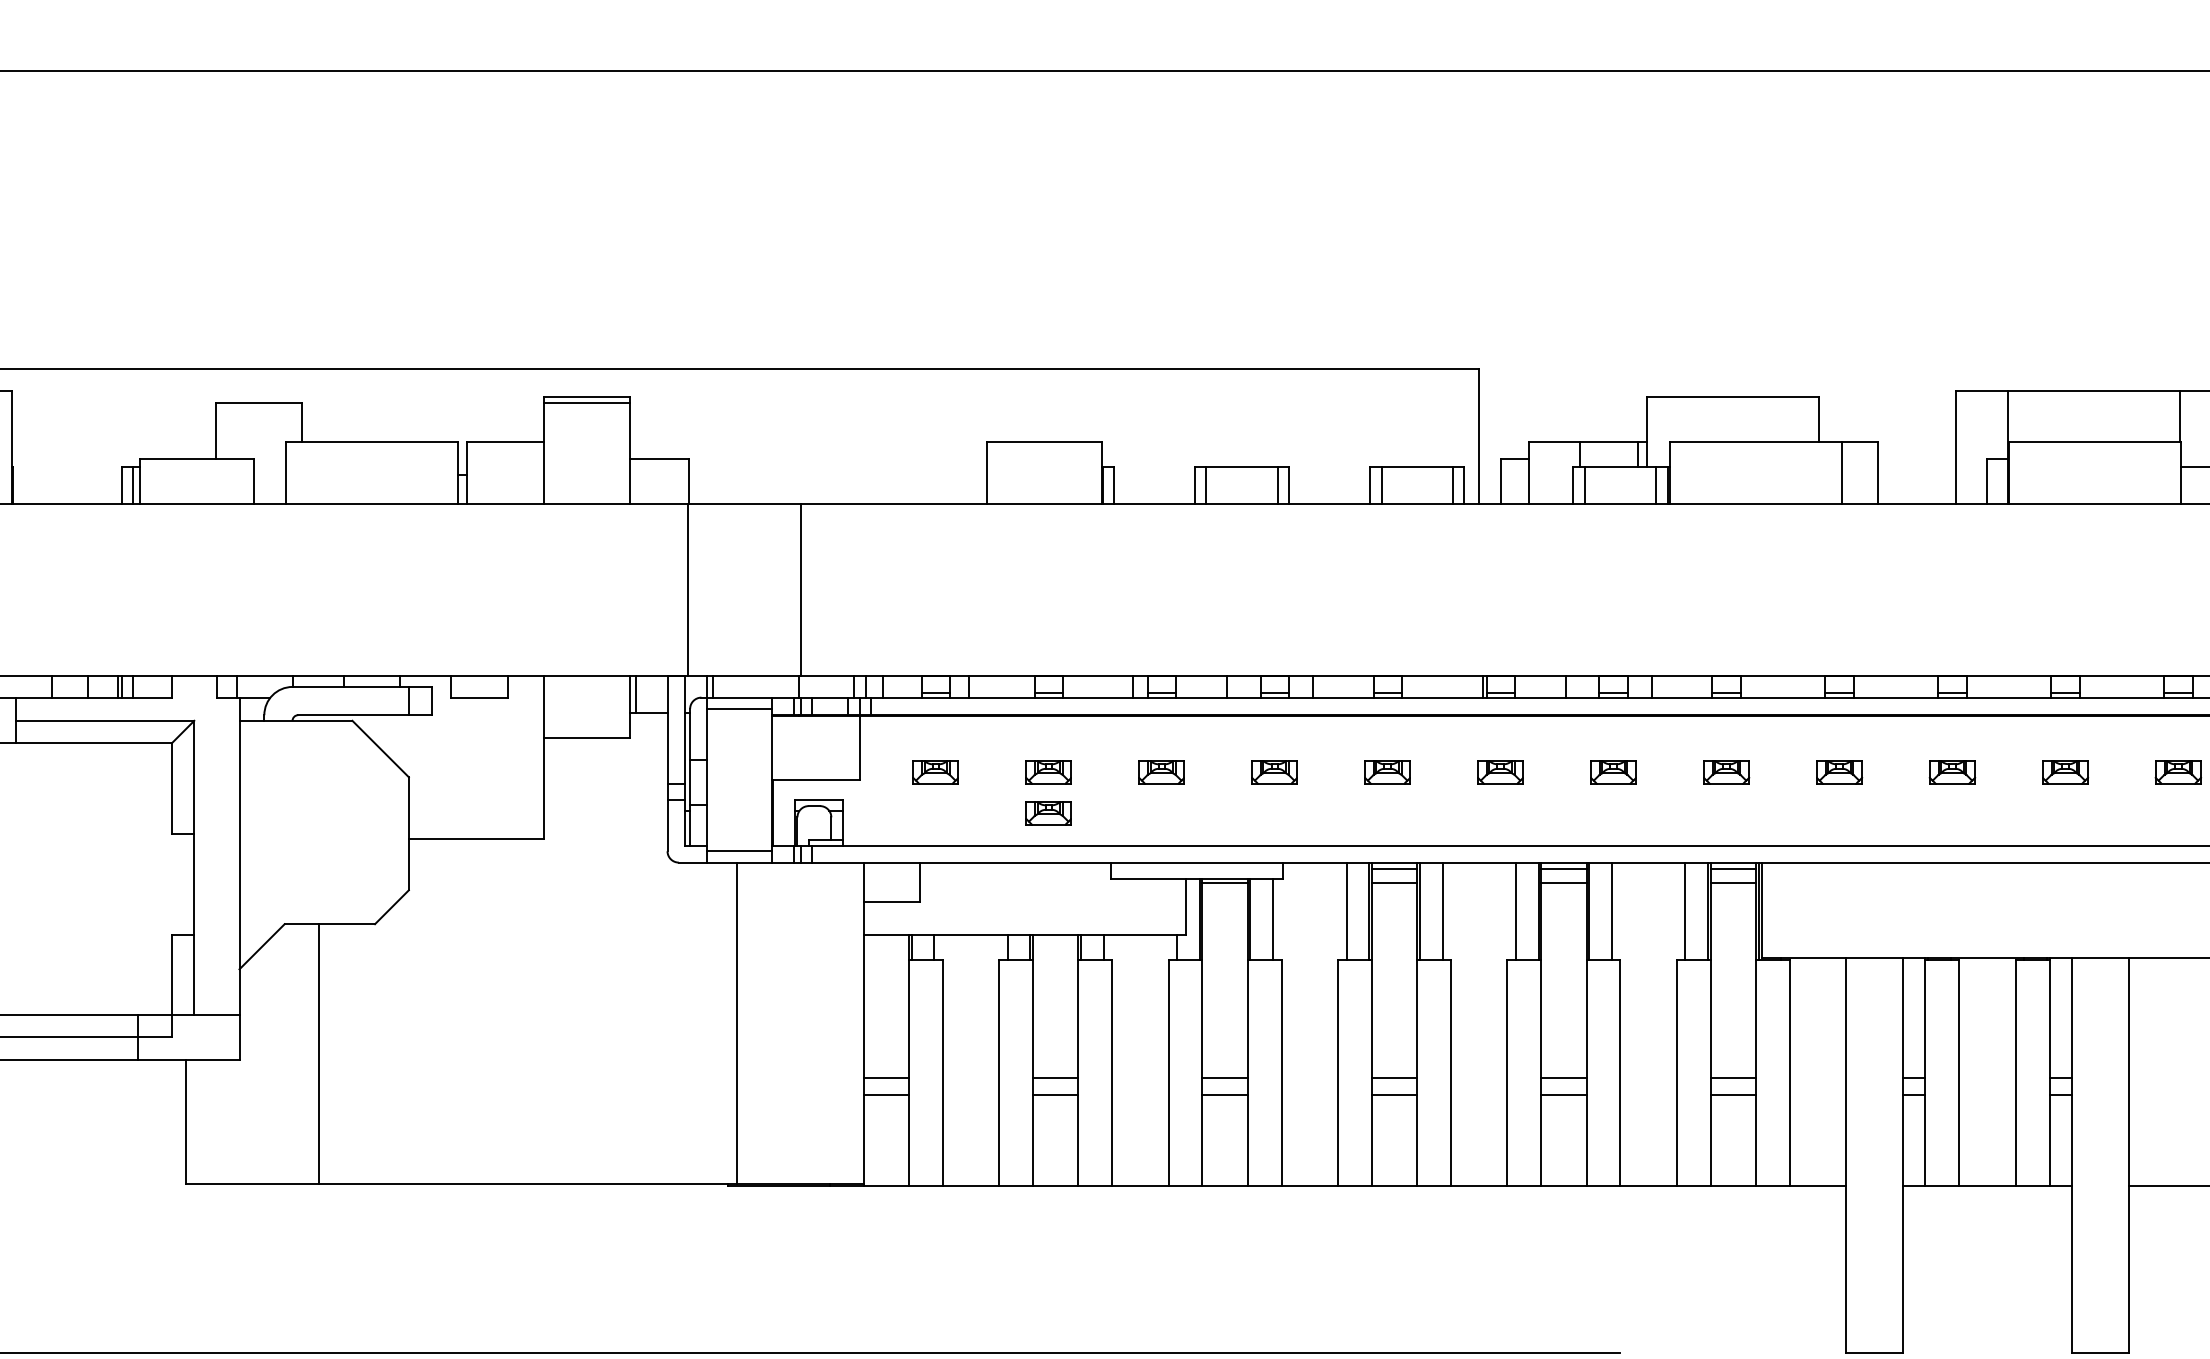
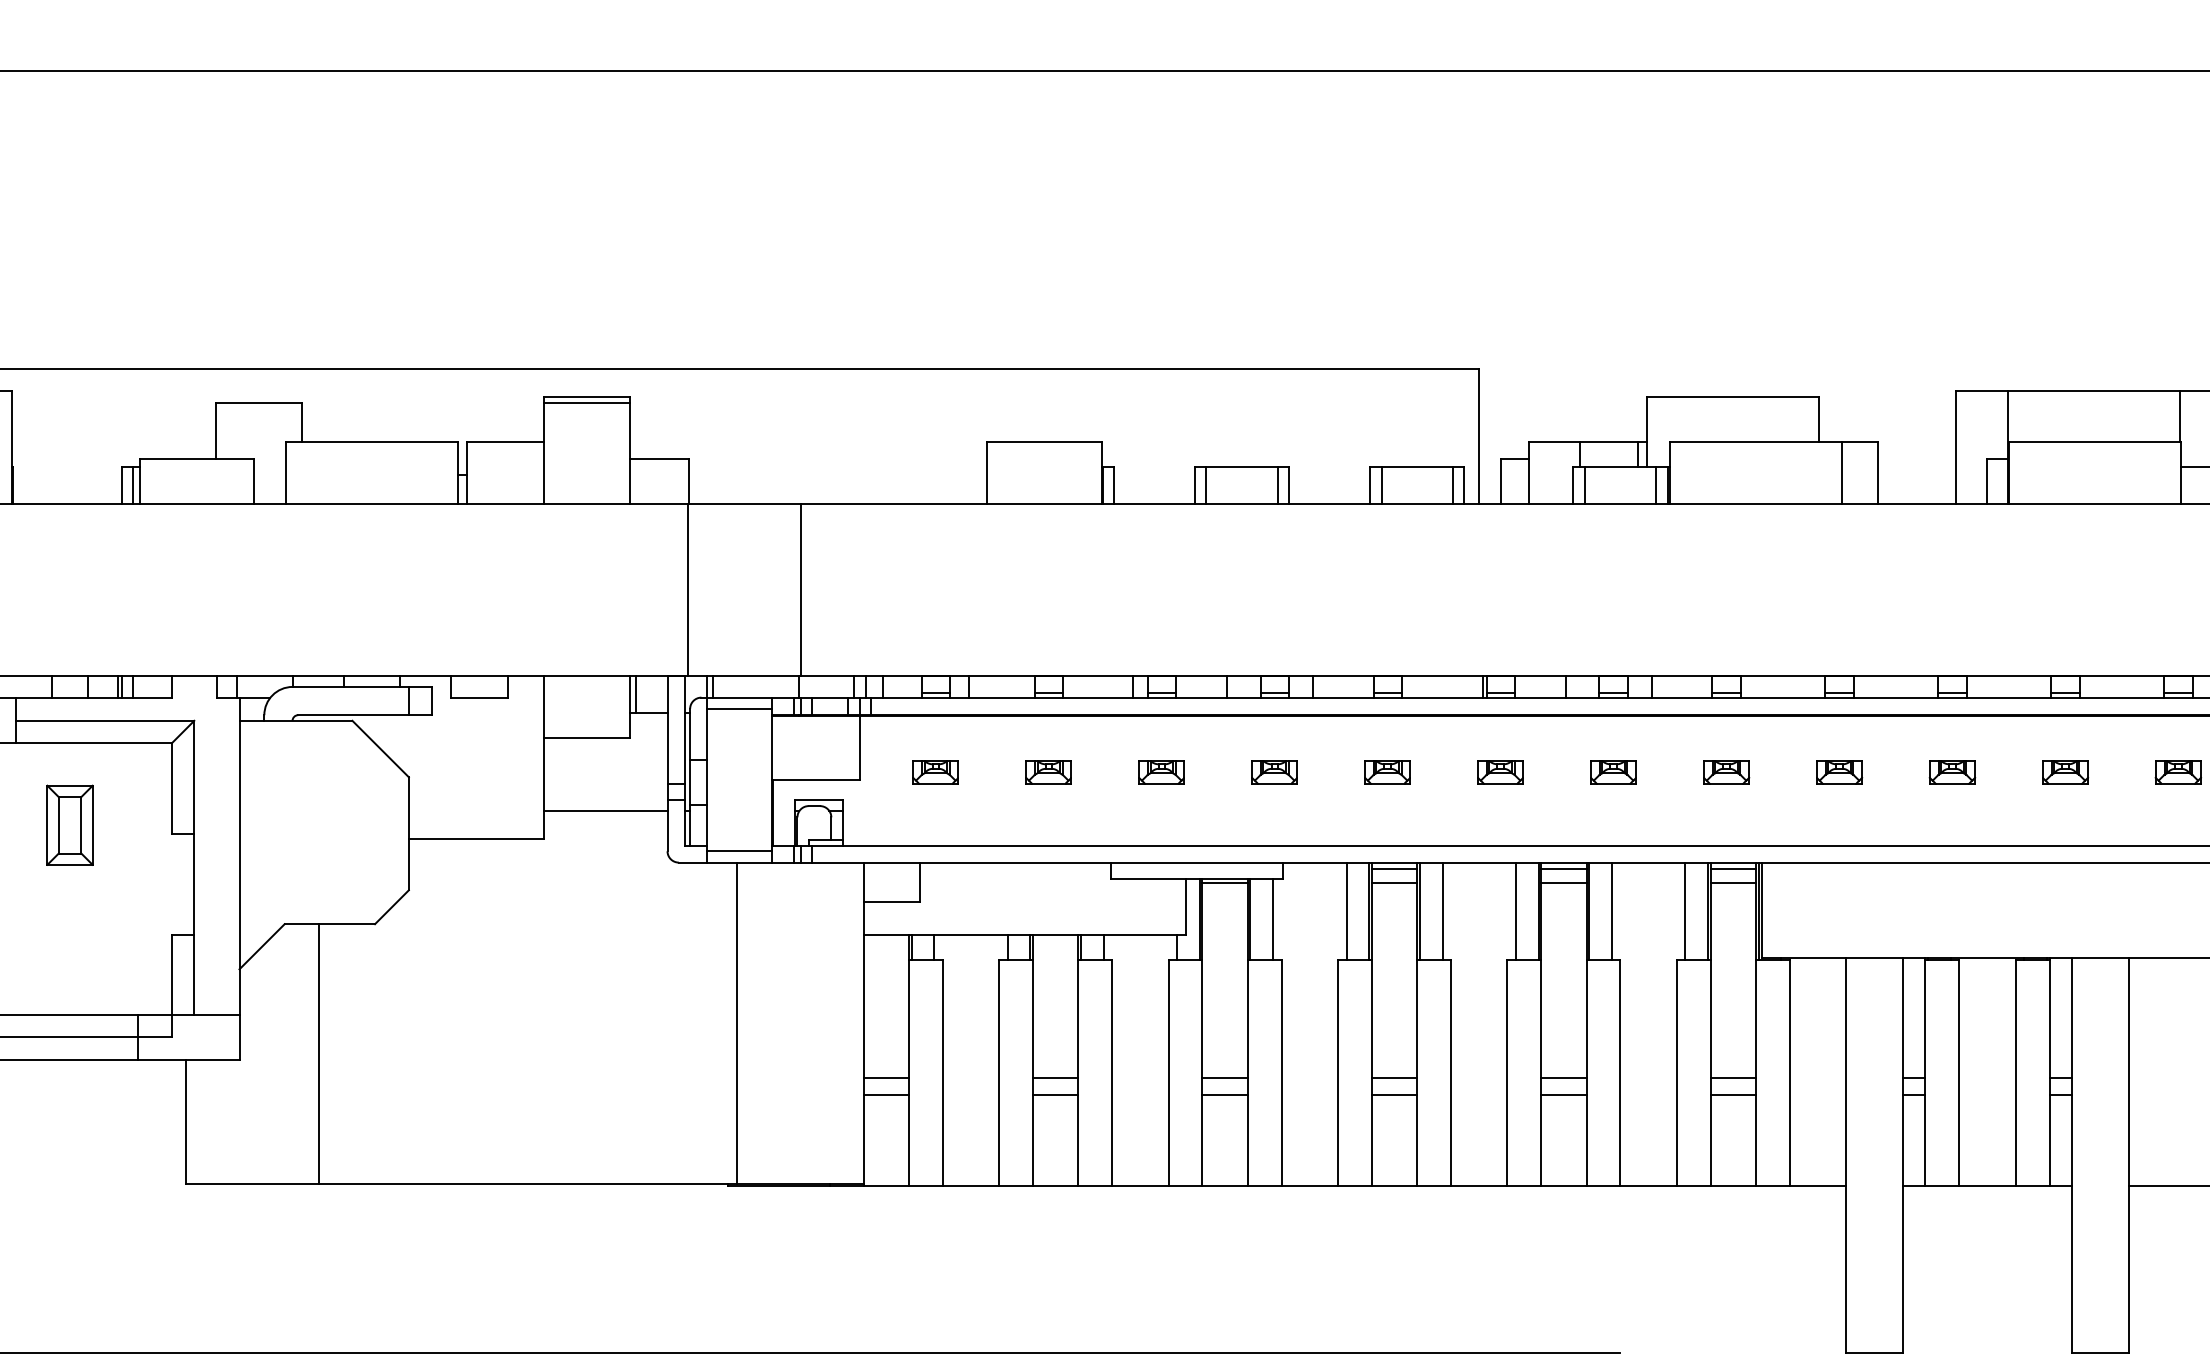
line at (605, 811): none -> present
part at (1048, 813): present -> none
part at (69, 824): none -> present
